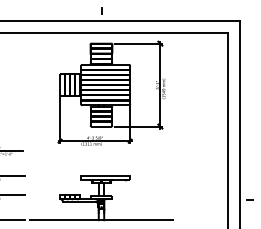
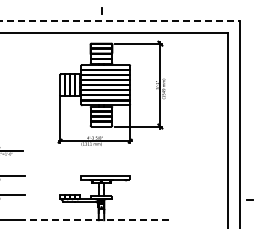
line at (120, 21): solid -> dashed
line at (101, 220): solid -> dashed
